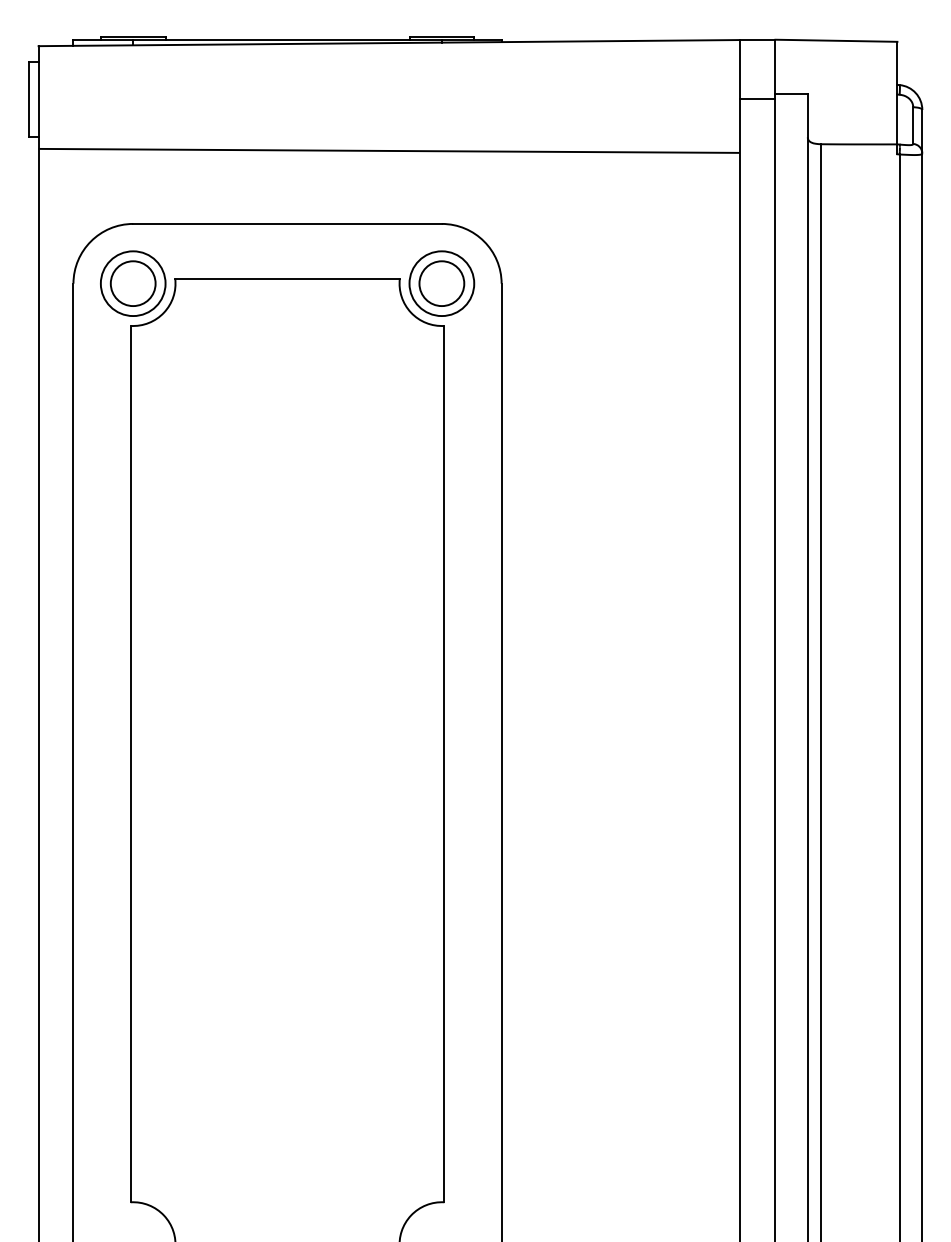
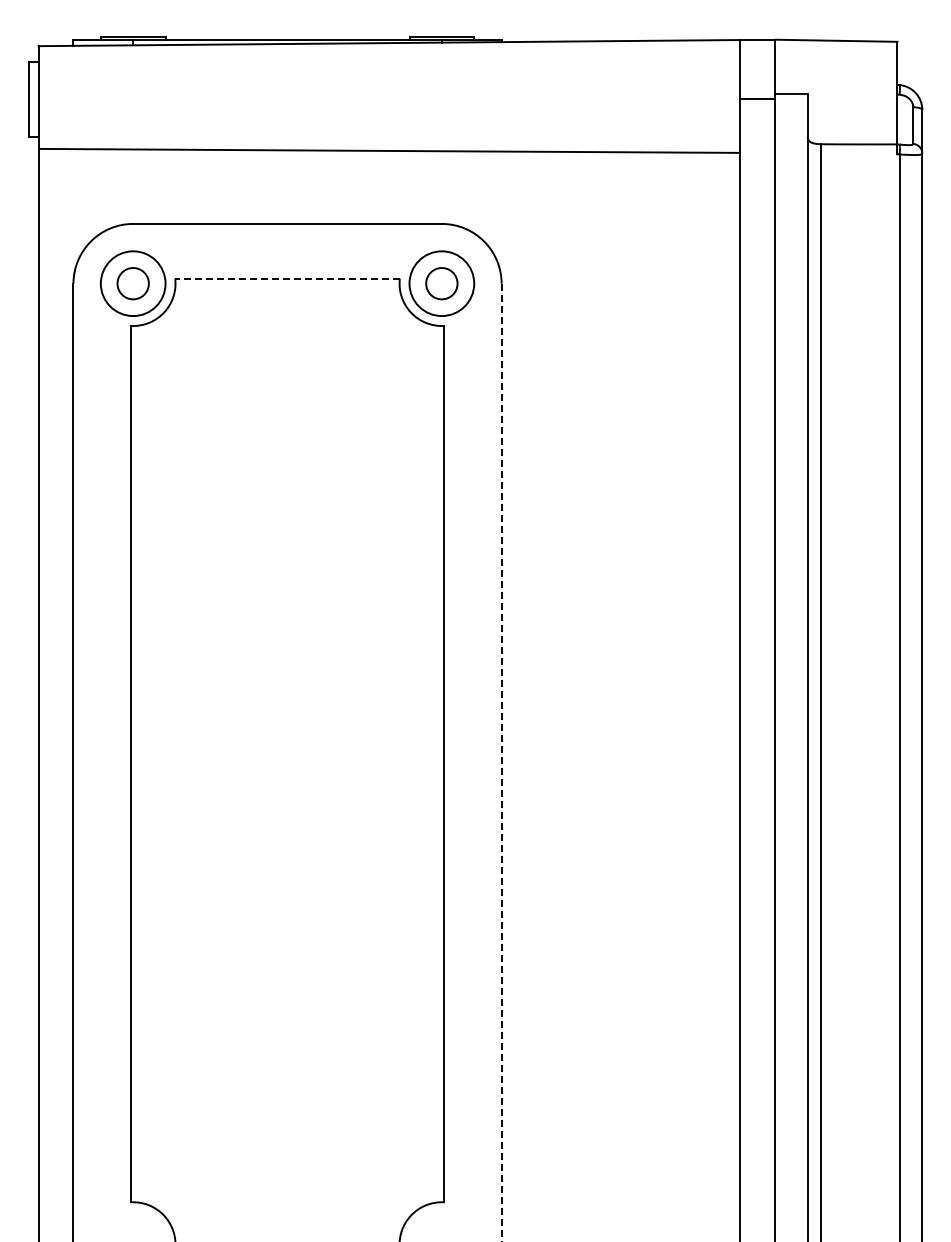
line at (287, 278): solid -> dashed
circle at (132, 283) diameter: 45 px -> 31 px
circle at (441, 283) diameter: 45 px -> 31 px
line at (501, 762): solid -> dashed
